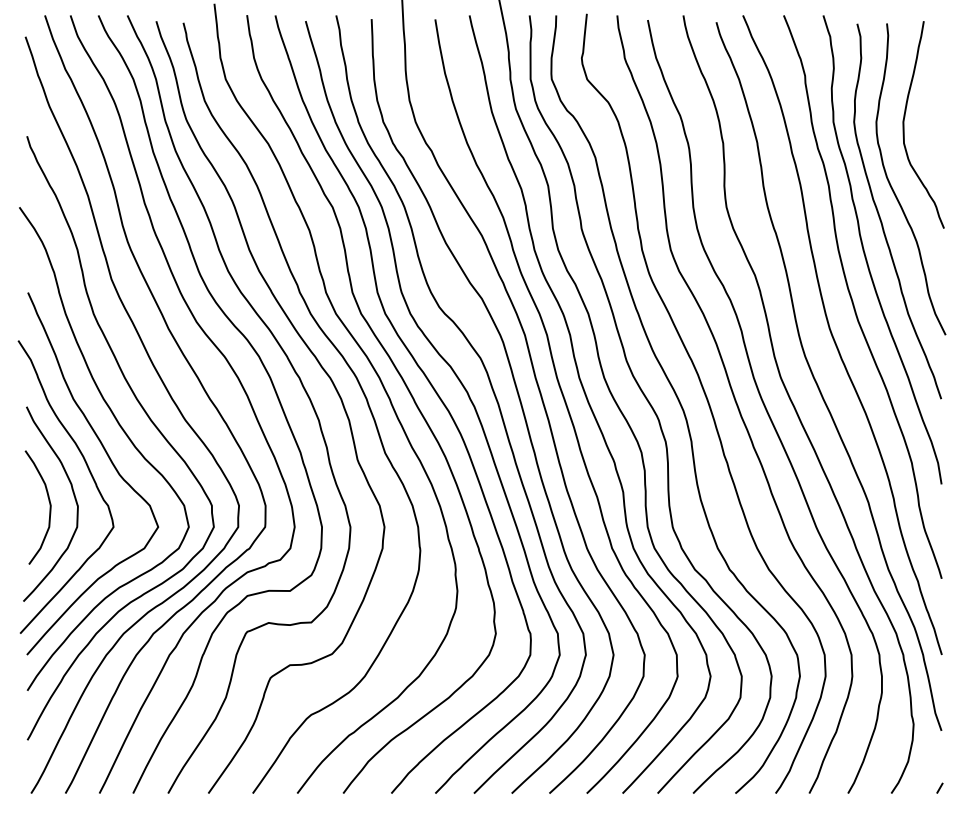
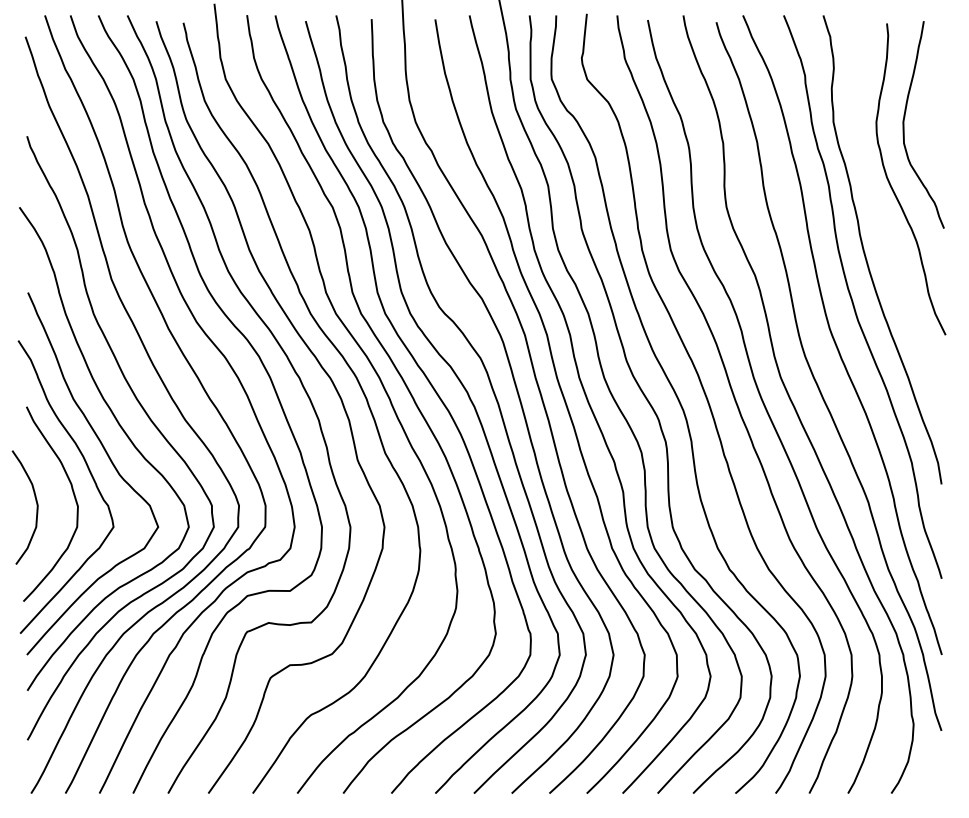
curve at (880, 216): present -> none
curve at (49, 507) position: (49, 507) -> (36, 507)
line at (939, 787): present -> none
